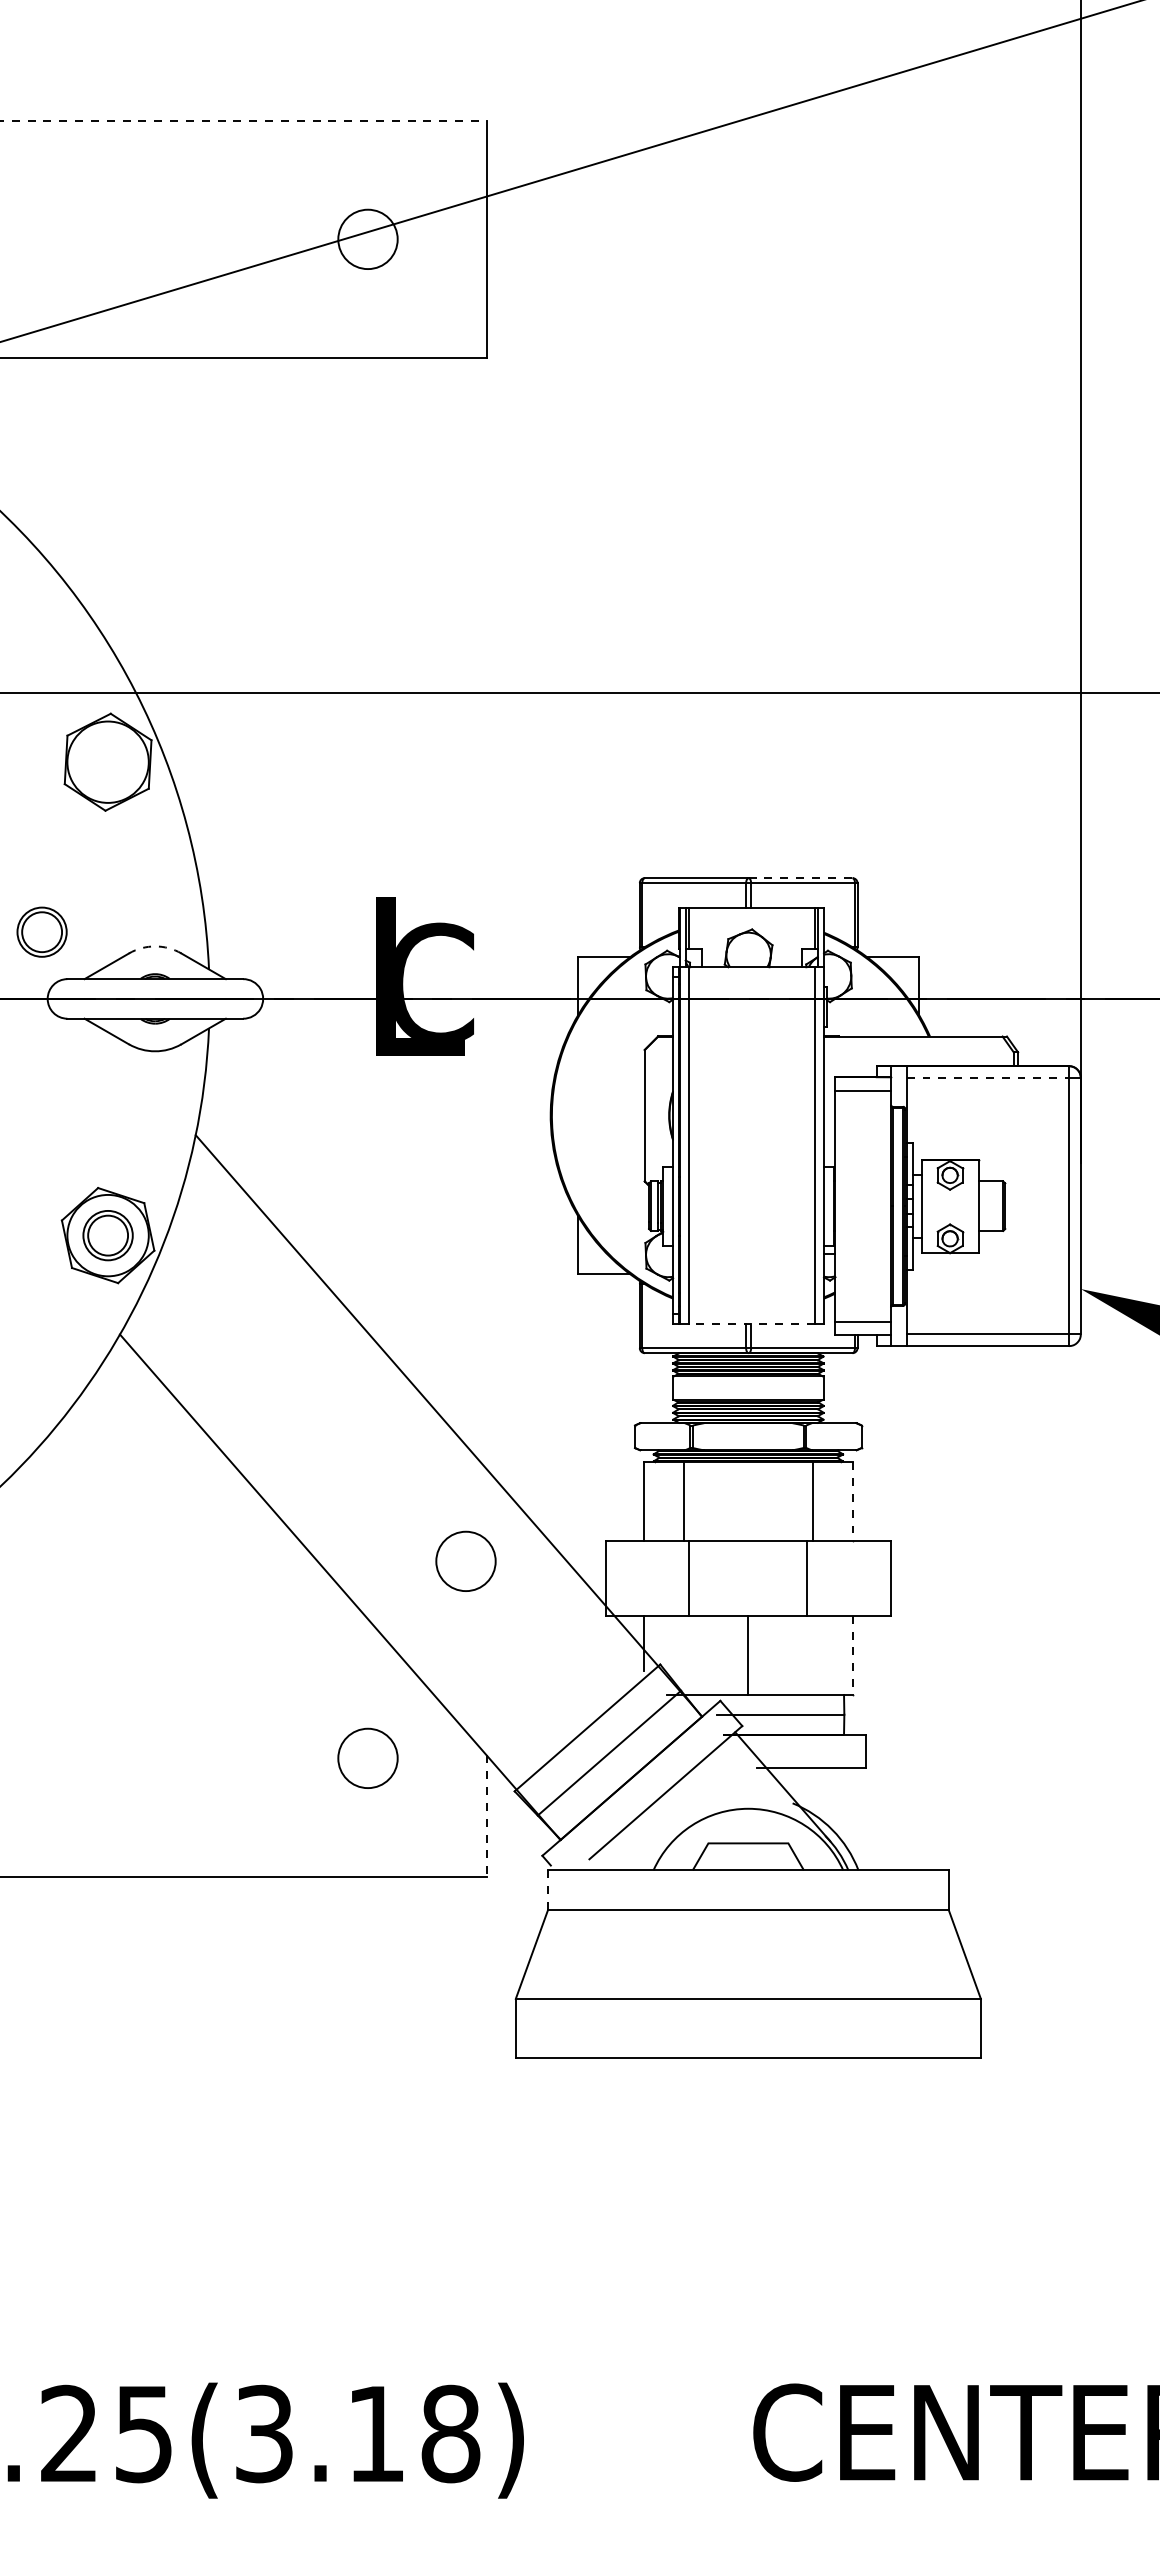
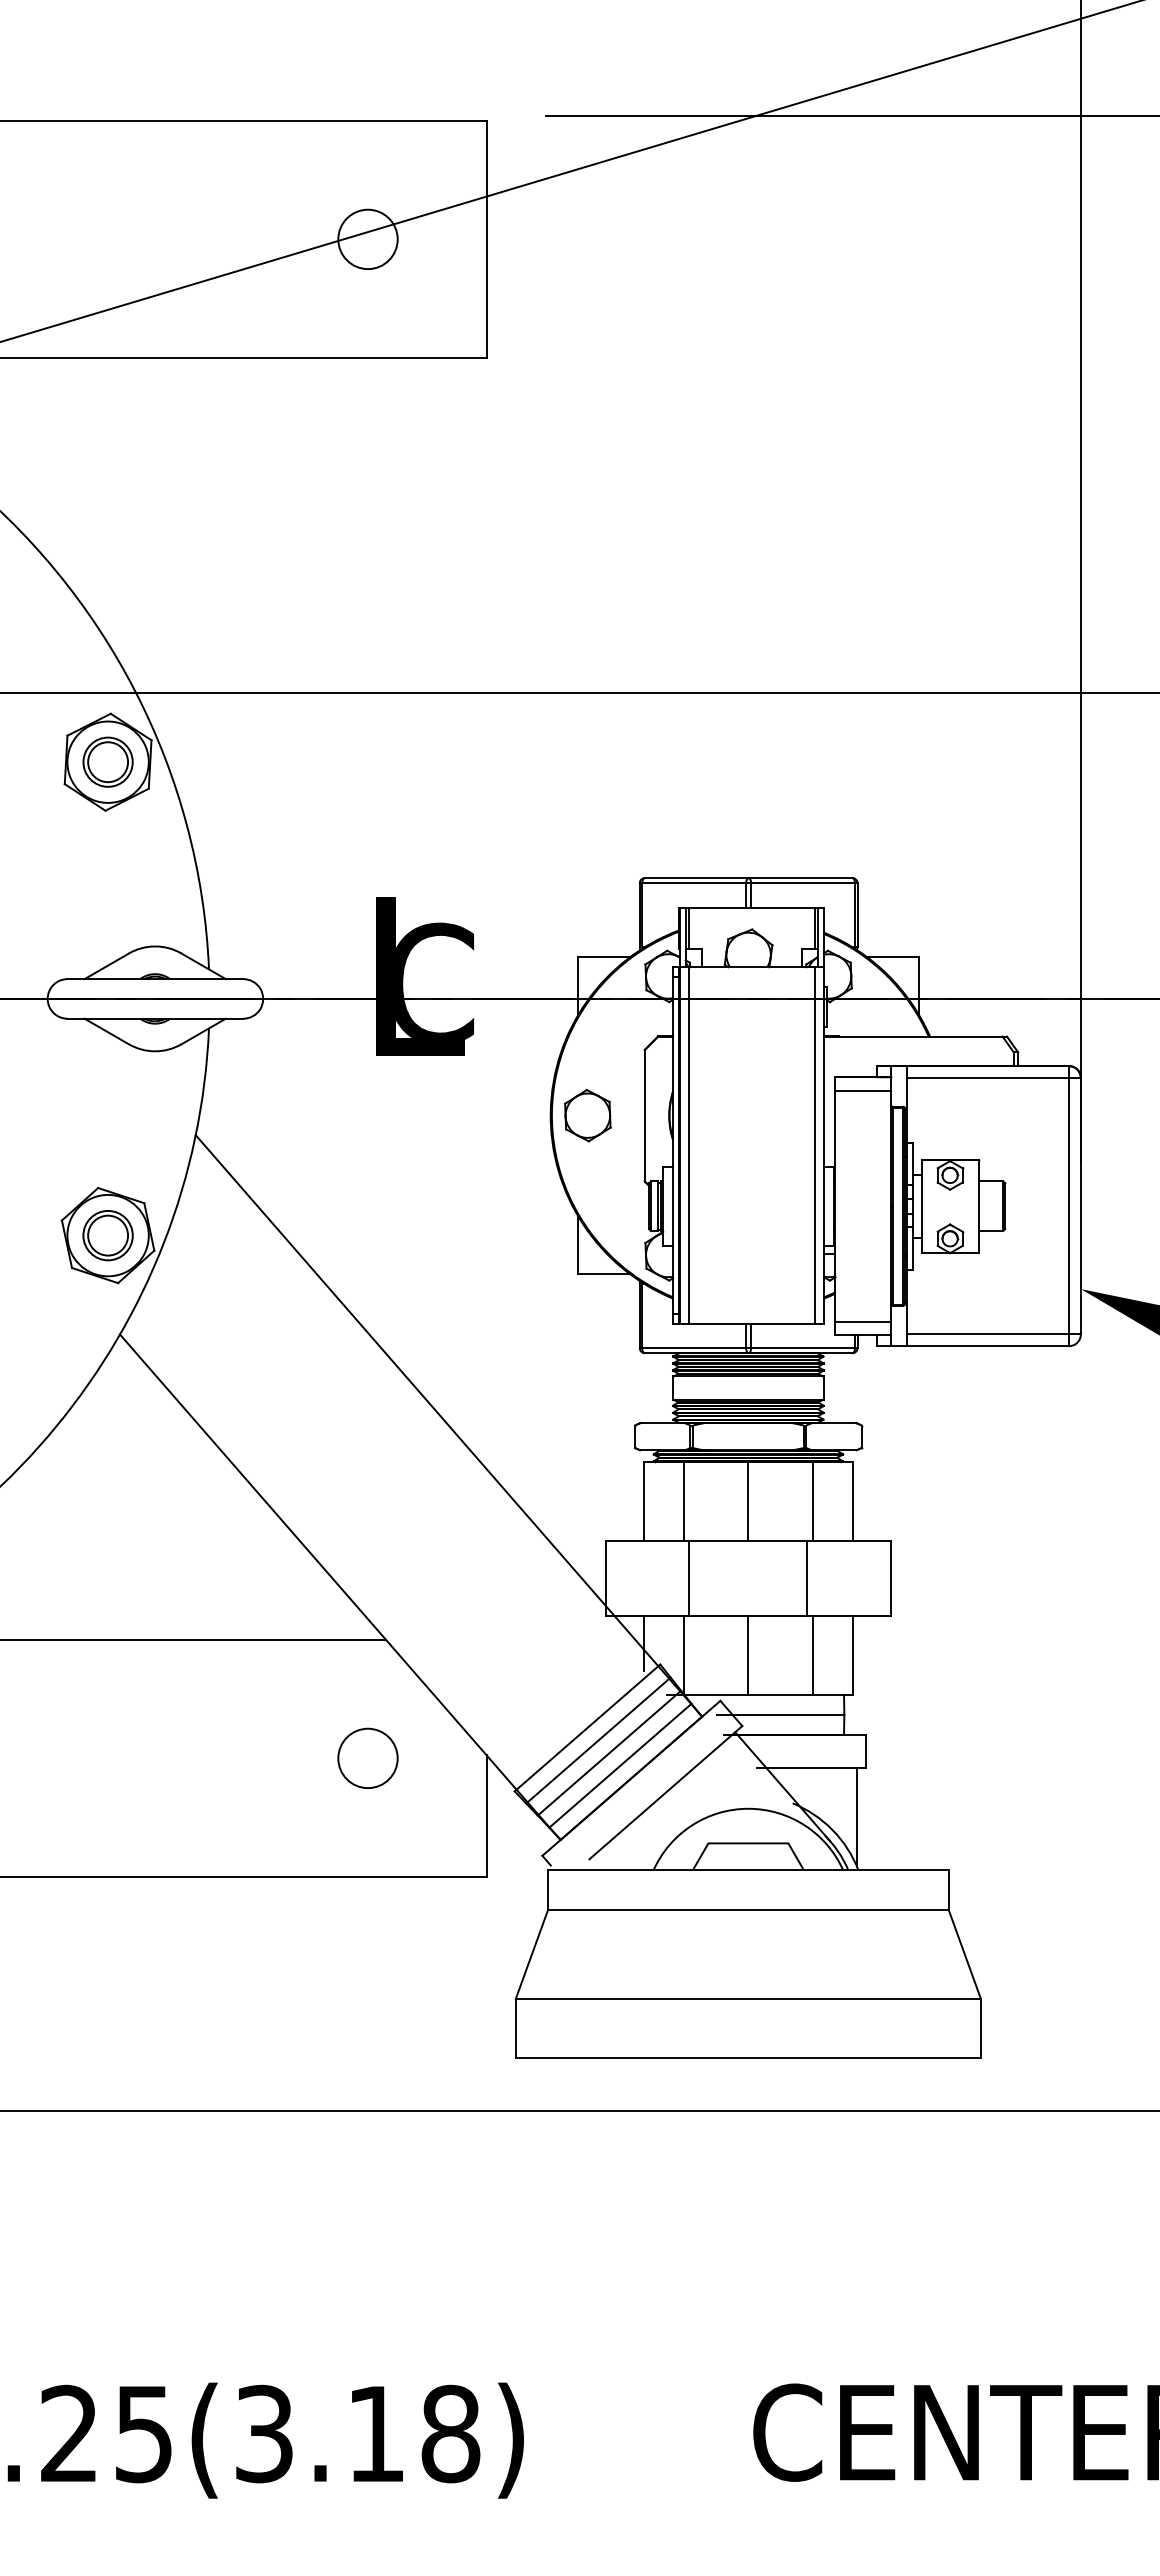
line at (851, 115): none -> present
line at (243, 120): dashed -> solid
line at (800, 878): dashed -> solid
part at (41, 931) position: (41, 931) -> (107, 761)
arc at (155, 946): dashed -> solid
line at (988, 1078): dashed -> solid
part at (587, 1115): none -> present
line at (751, 1323): dashed -> solid
line at (748, 1501): none -> present
line at (853, 1501): dashed -> solid
circle at (465, 1560): present -> none
line at (193, 1639): none -> present
line at (683, 1654): none -> present
line at (813, 1654): none -> present
line at (853, 1655): dashed -> solid
line at (598, 1740): none -> present
line at (620, 1765): none -> present
line at (486, 1816): dashed -> solid
line at (857, 1816): none -> present
line at (548, 1890): dashed -> solid
line at (579, 2111): none -> present
